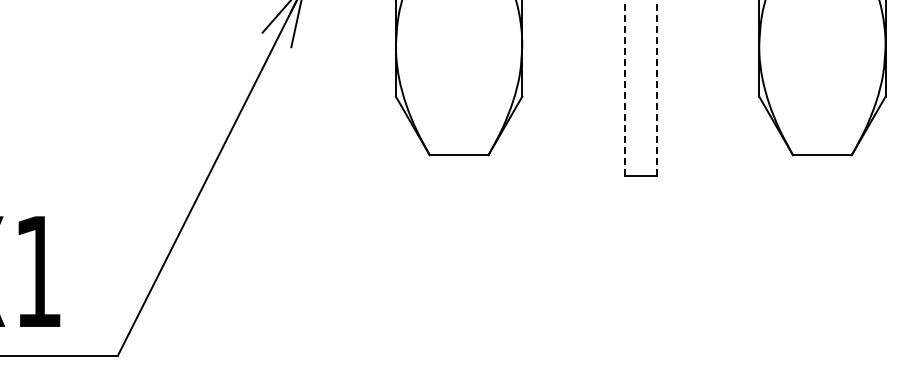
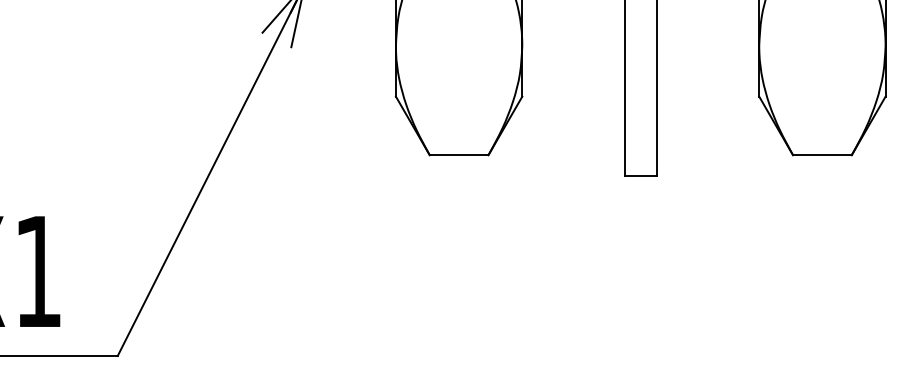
line at (625, 87): dashed -> solid
line at (656, 87): dashed -> solid
